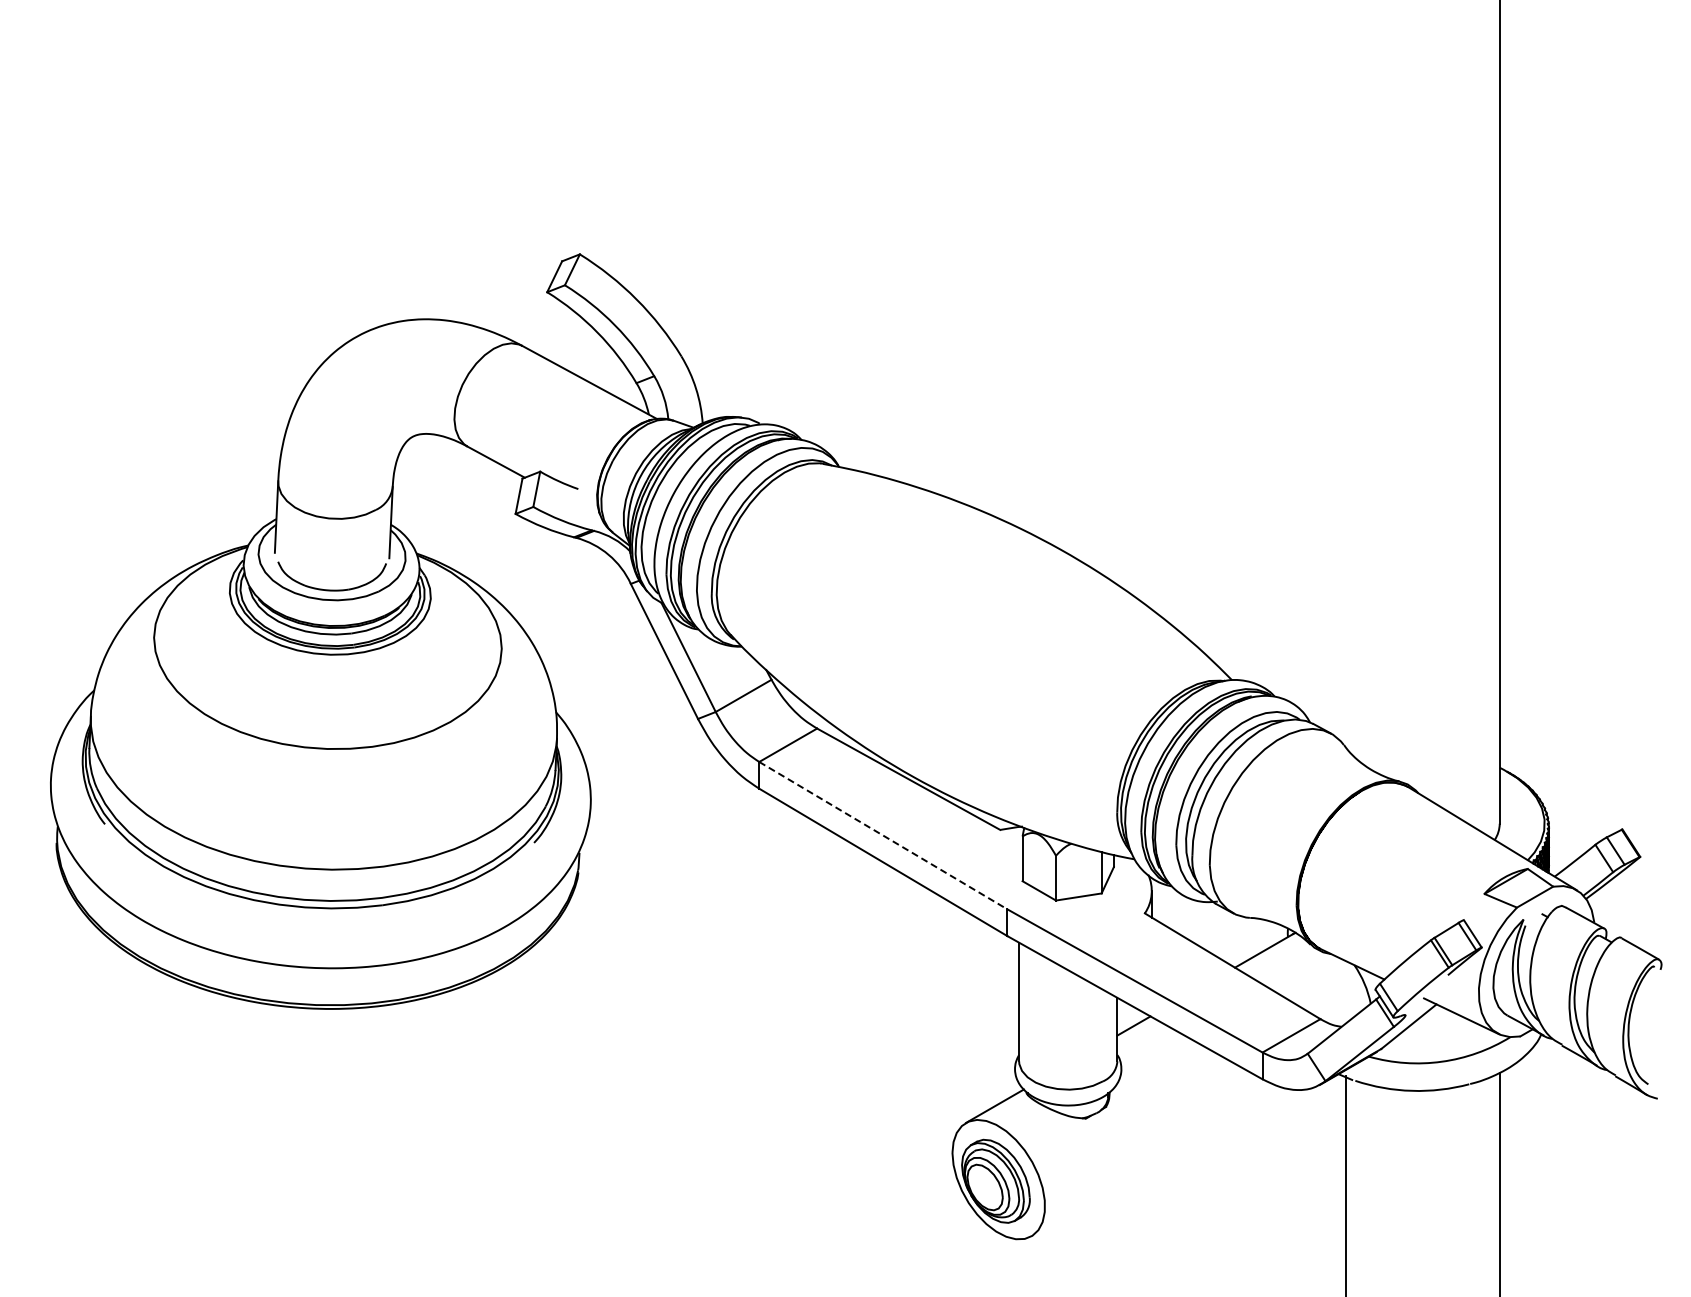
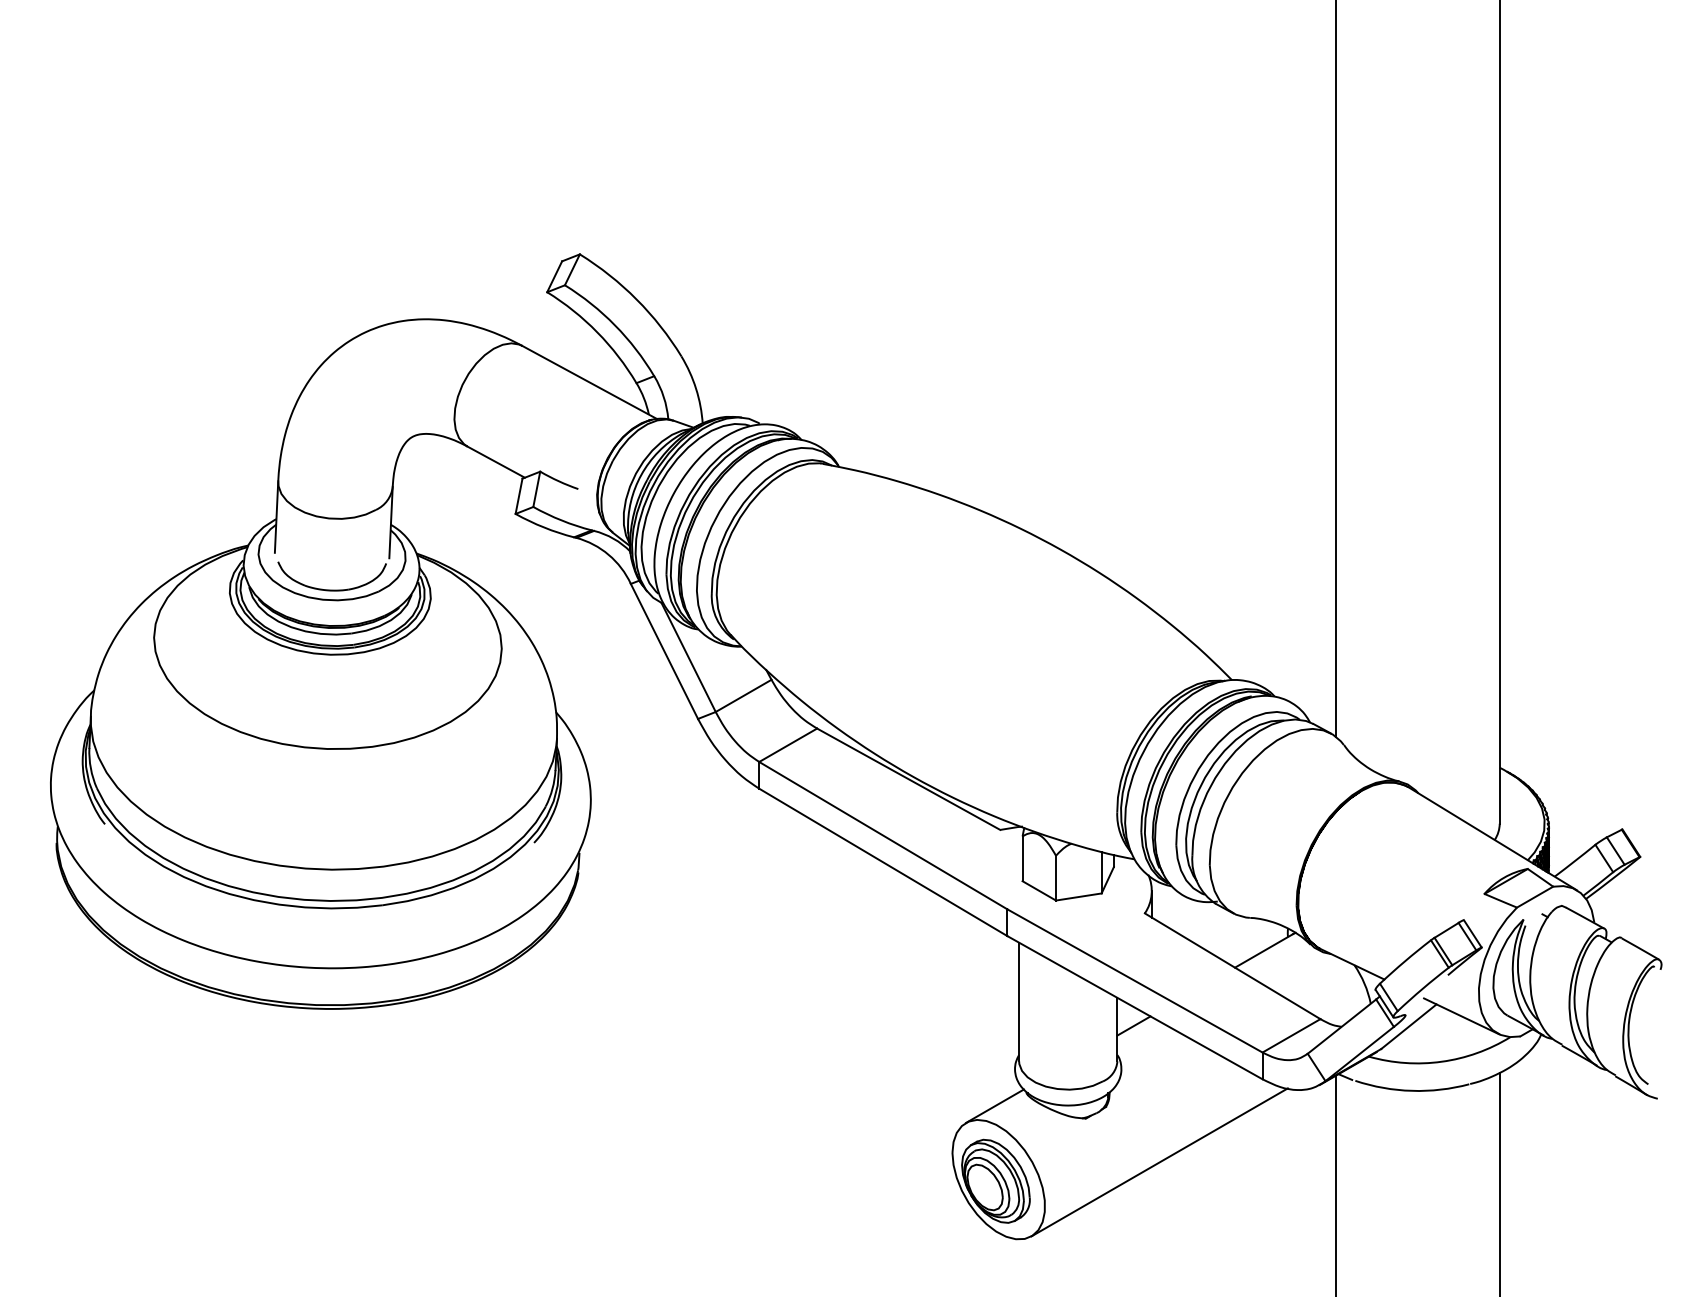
line at (1336, 369): none -> present
line at (883, 835): dashed -> solid
line at (1159, 1162): none -> present
line at (1346, 1184) position: (1346, 1184) -> (1336, 1184)
